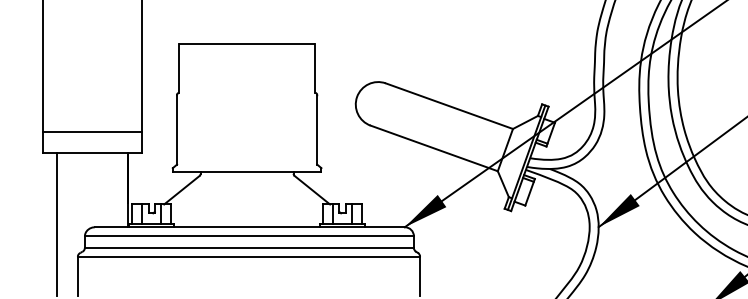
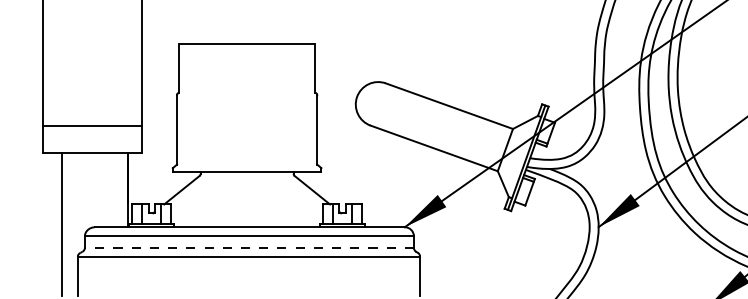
line at (92, 132) position: (92, 132) -> (92, 126)
line at (57, 223) position: (57, 223) -> (62, 223)
line at (249, 247): solid -> dashed
